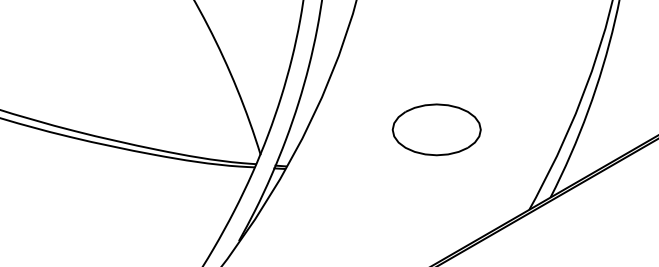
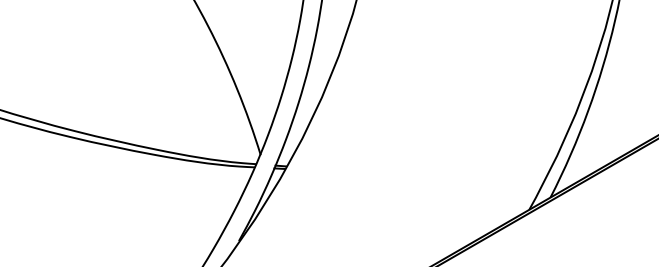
part at (436, 129): present -> none
